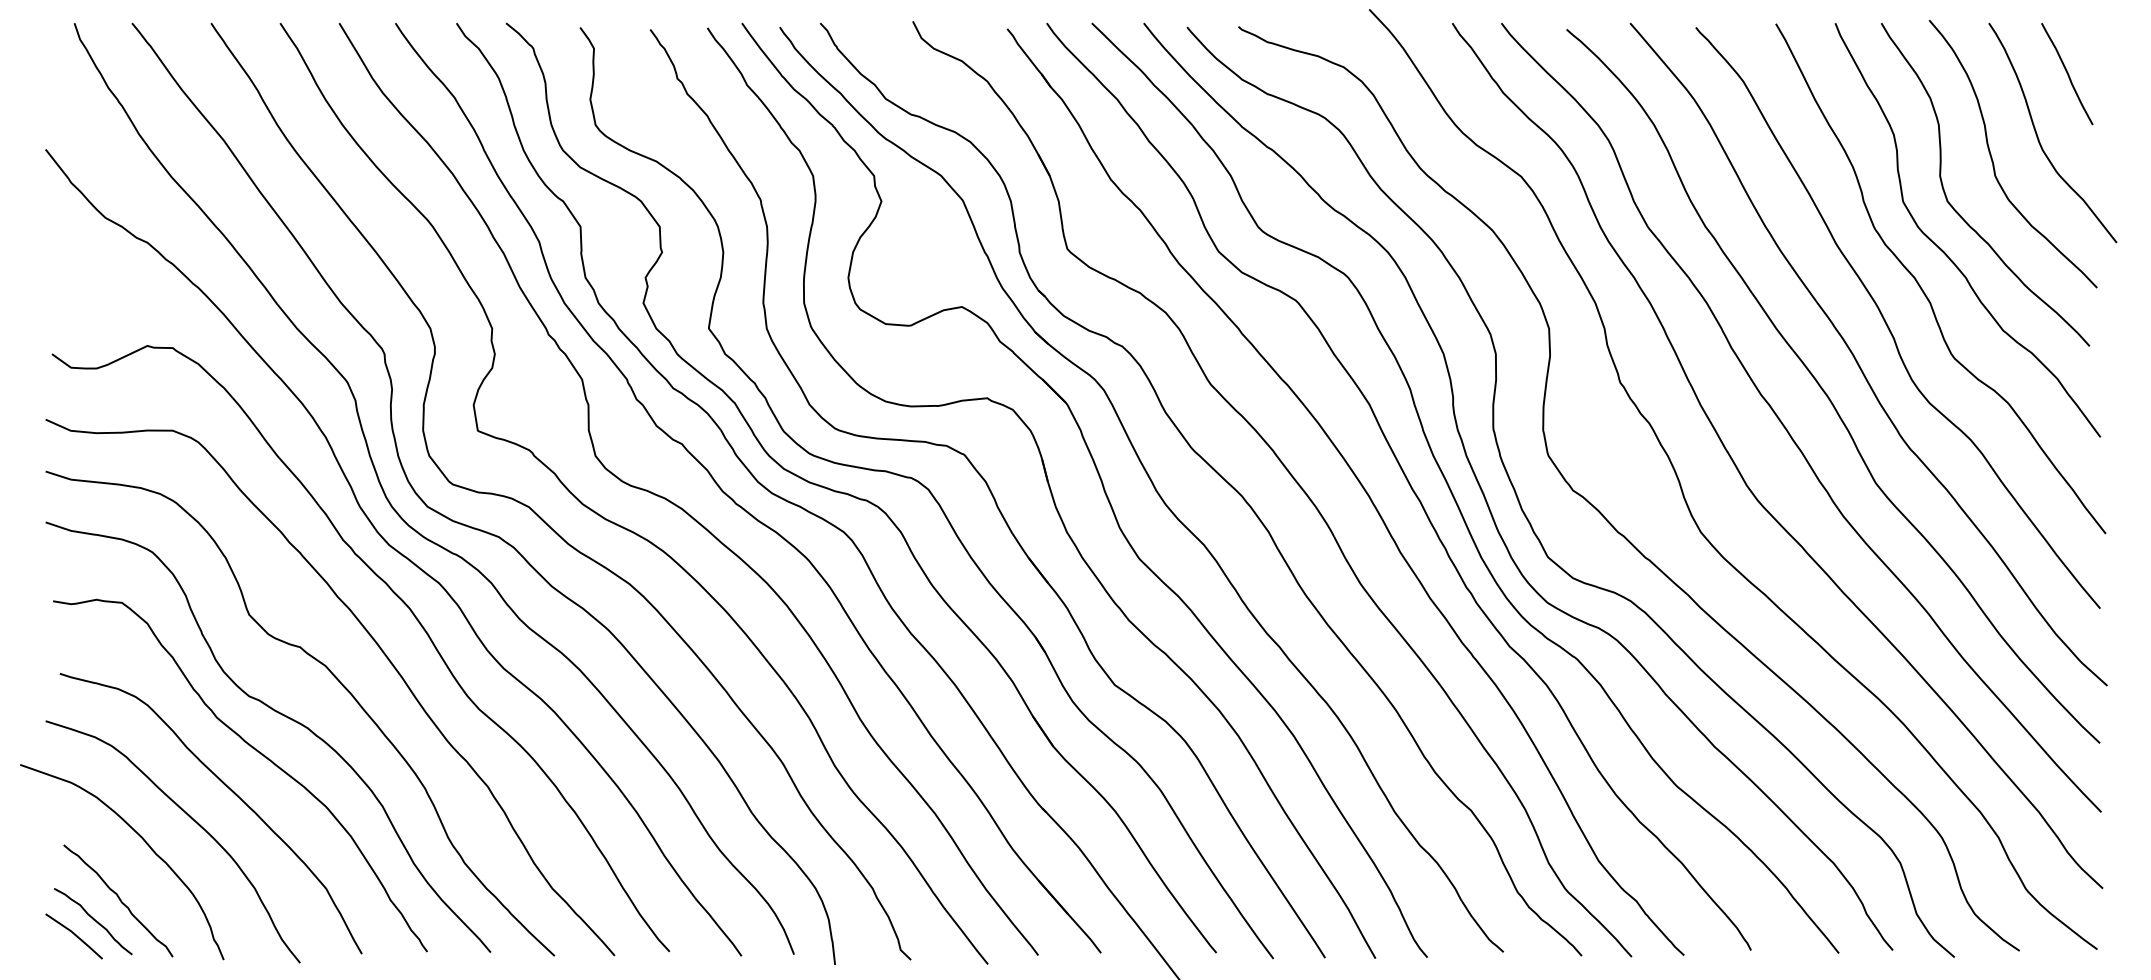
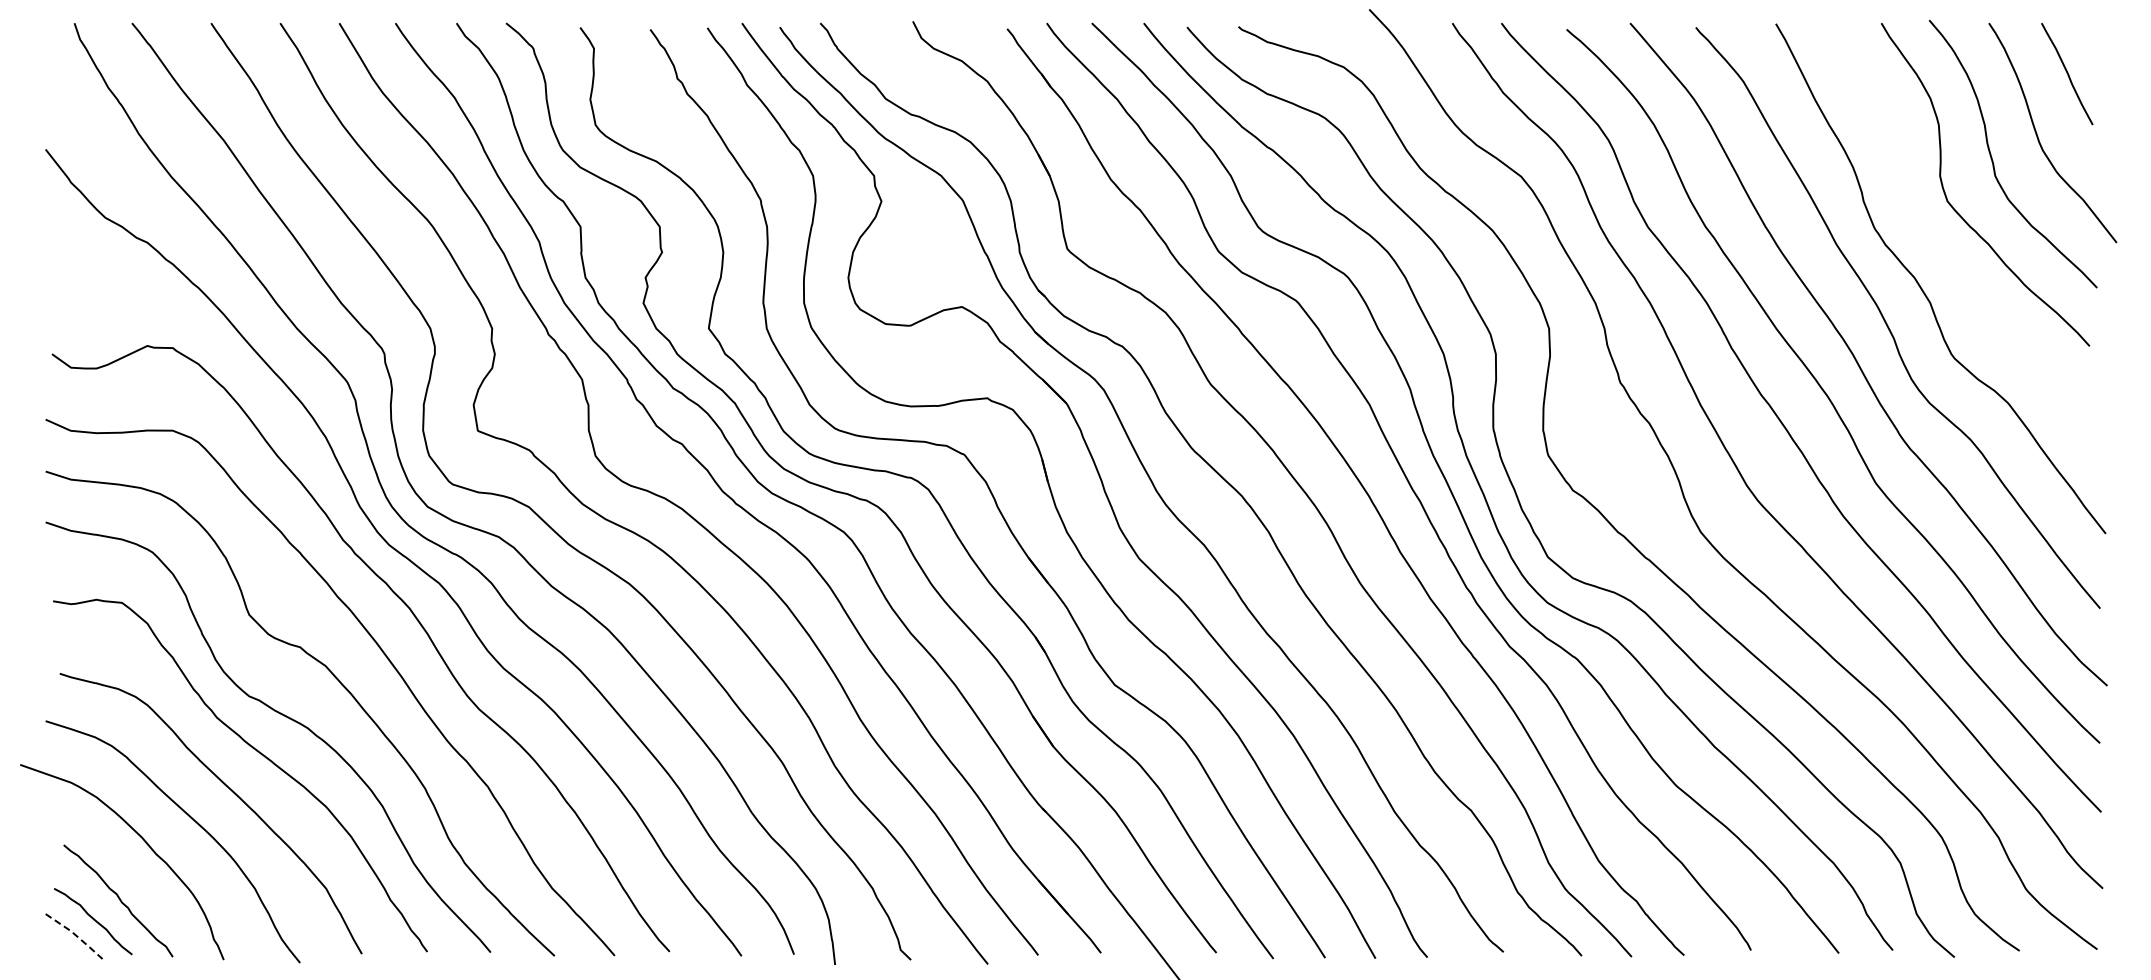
curve at (1945, 252): present -> none
line at (75, 935): solid -> dashed
